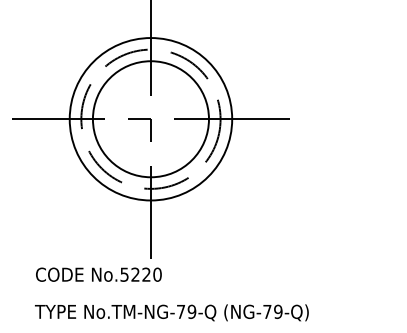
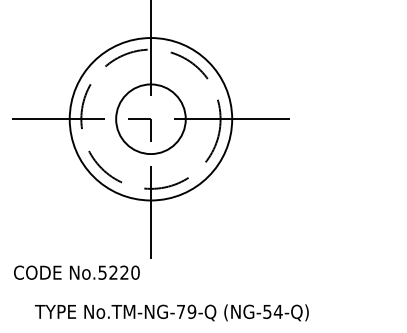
circle at (150, 119) diameter: 116 px -> 70 px
text at (98, 274) position: (98, 274) -> (76, 272)
text at (272, 311): (NG-79-Q) -> (NG-54-Q)
